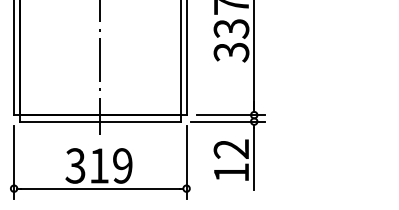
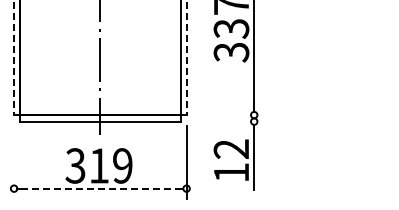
line at (14, 58): solid -> dashed
line at (186, 58): solid -> dashed
line at (231, 115): present -> none
line at (228, 121): present -> none
line at (14, 162): present -> none
line at (100, 188): solid -> dashed
